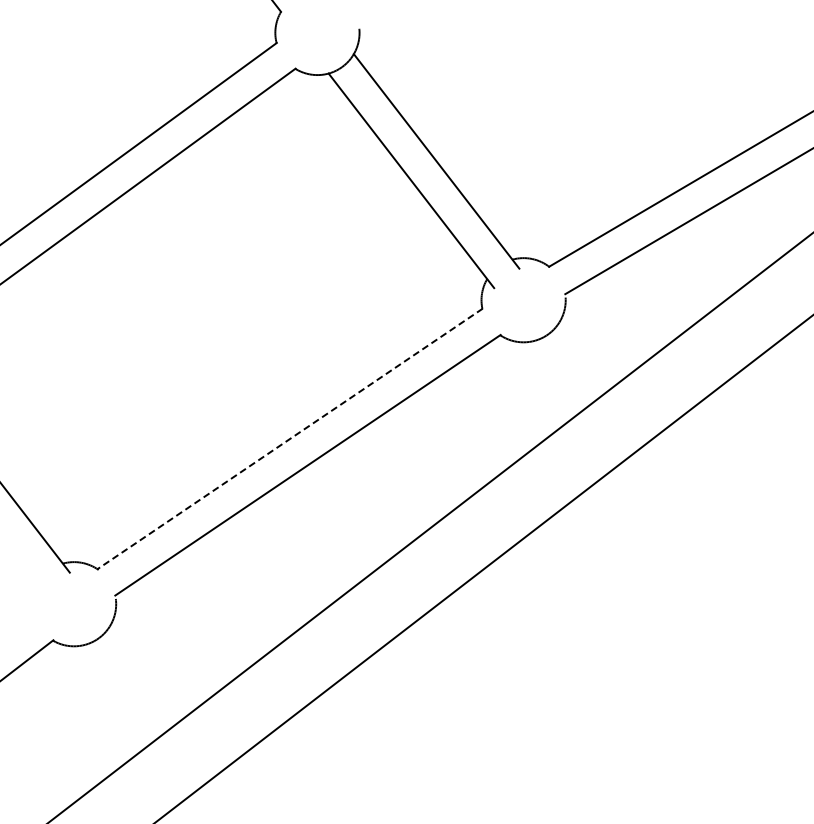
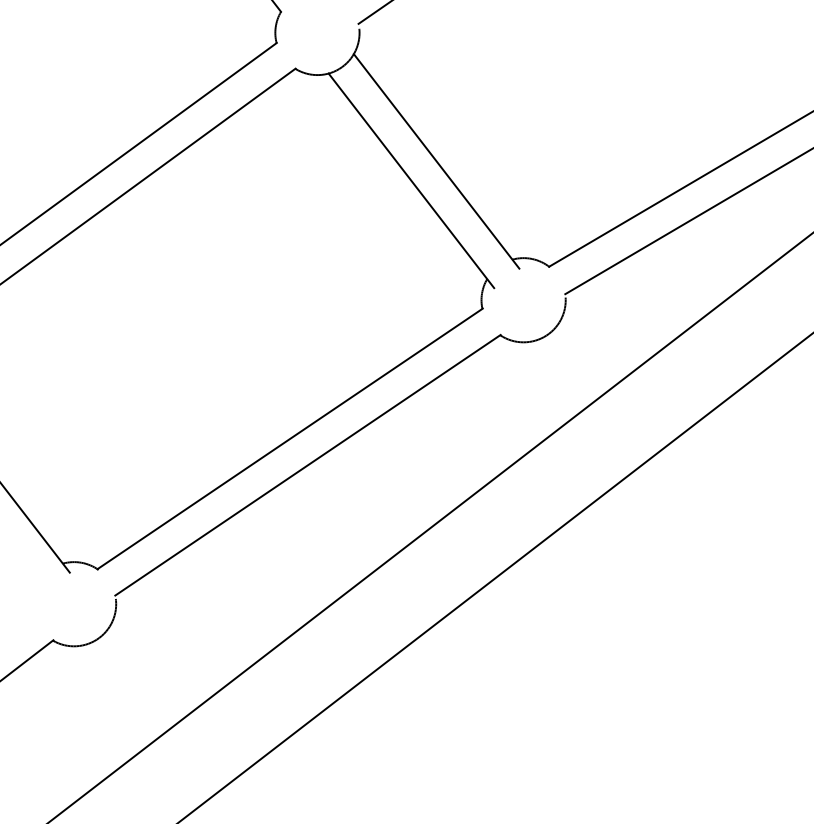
line at (373, 12): none -> present
line at (290, 438): dashed -> solid
line at (483, 568) position: (483, 568) -> (495, 577)
